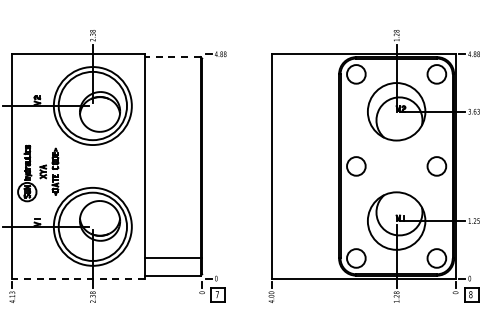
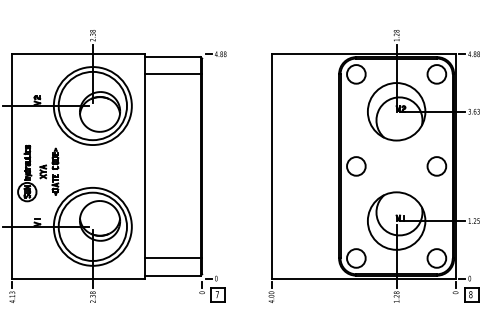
line at (172, 57): dashed -> solid
line at (173, 74): none -> present
line at (77, 278): dashed -> solid
